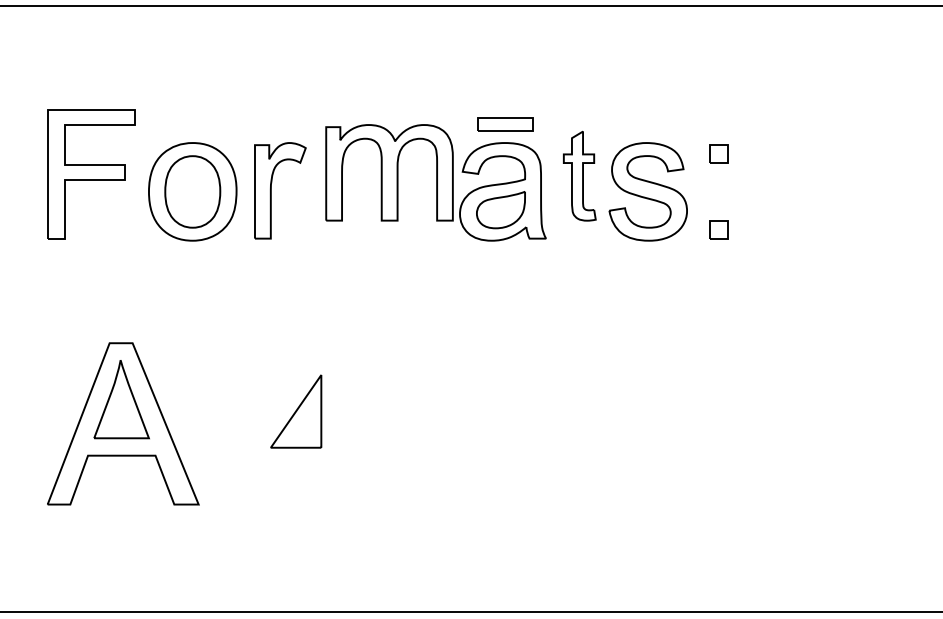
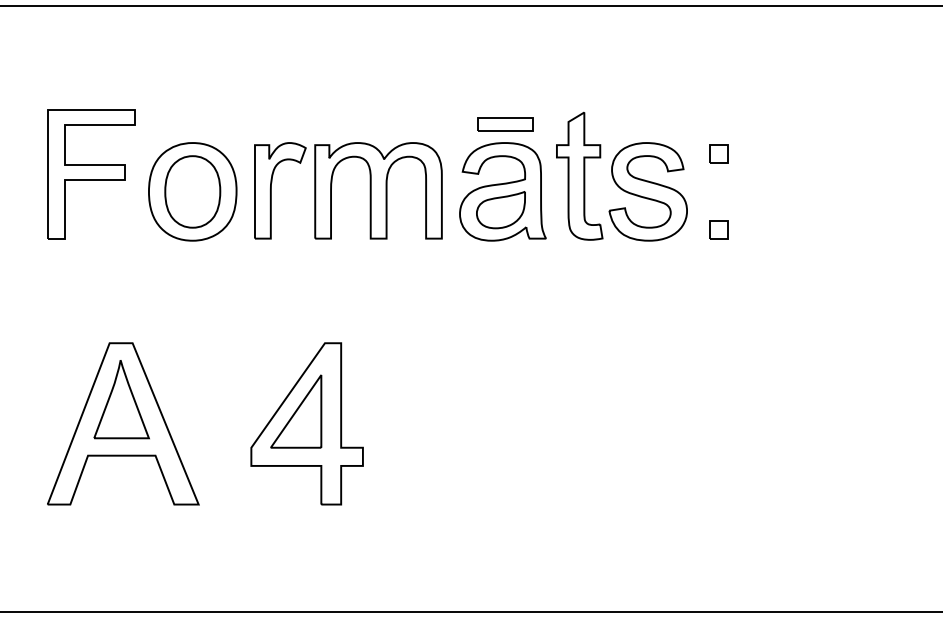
part at (389, 172) position: (389, 172) -> (378, 190)
part at (579, 175) size: 34x92 px -> 48x130 px
part at (306, 423): none -> present
